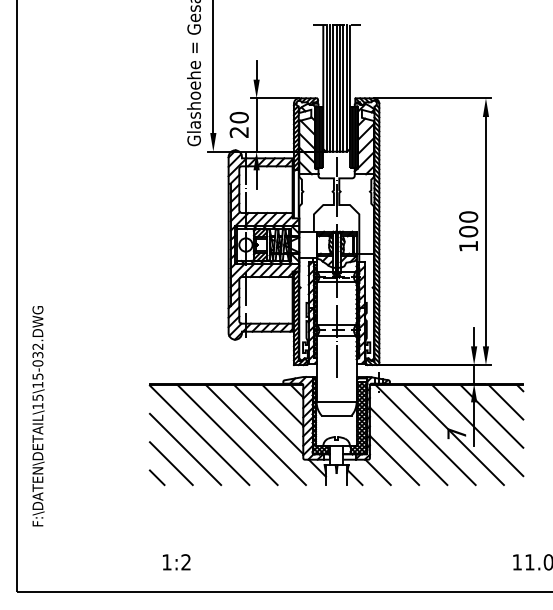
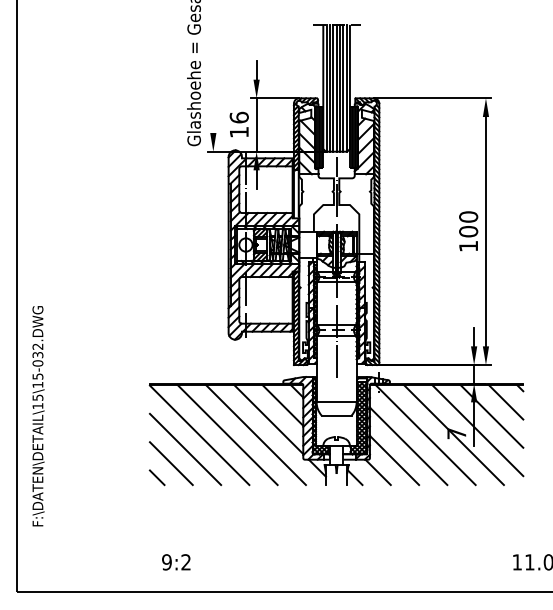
line at (213, 67): present -> none
text at (238, 124): 20 -> 16
text at (166, 562): 1:2 -> 9:2
